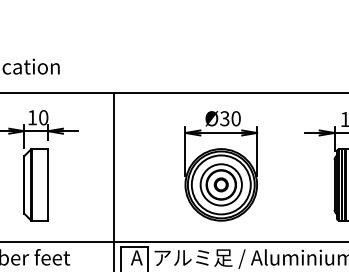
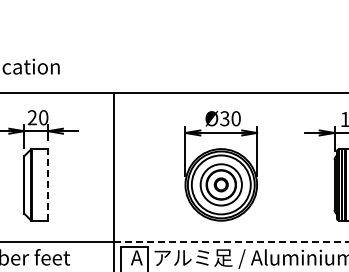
text at (32, 117): 10 -> 20
line at (48, 184): solid -> dashed
line at (231, 242): solid -> dashed
